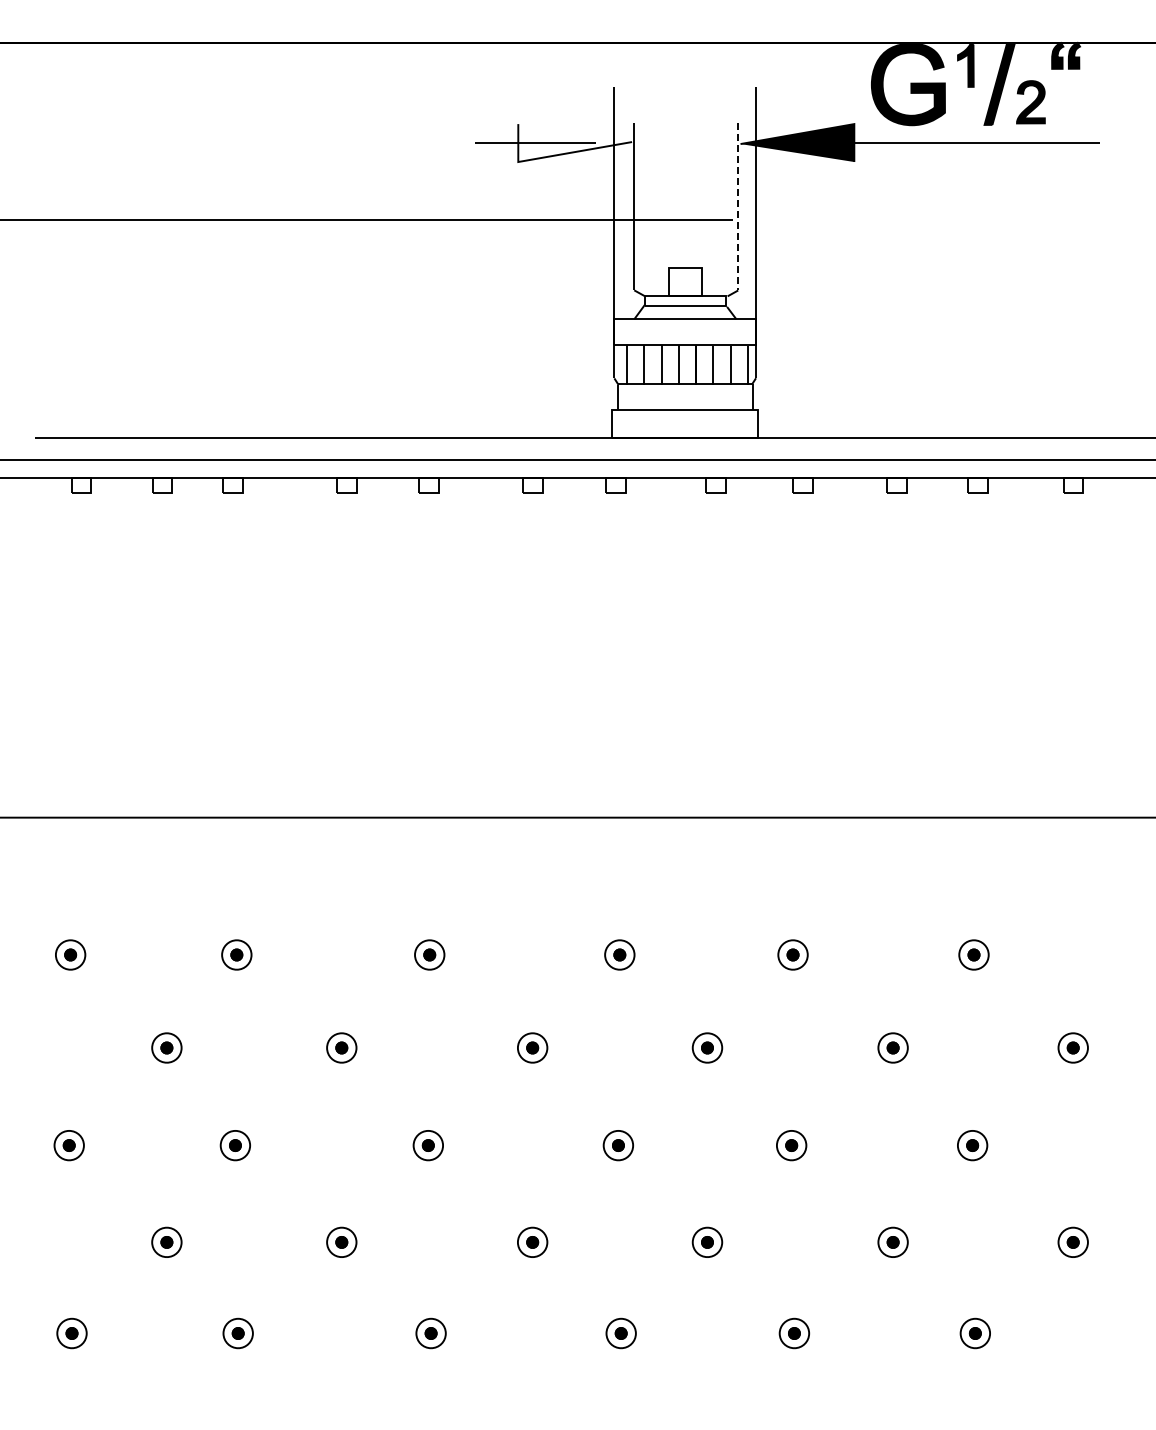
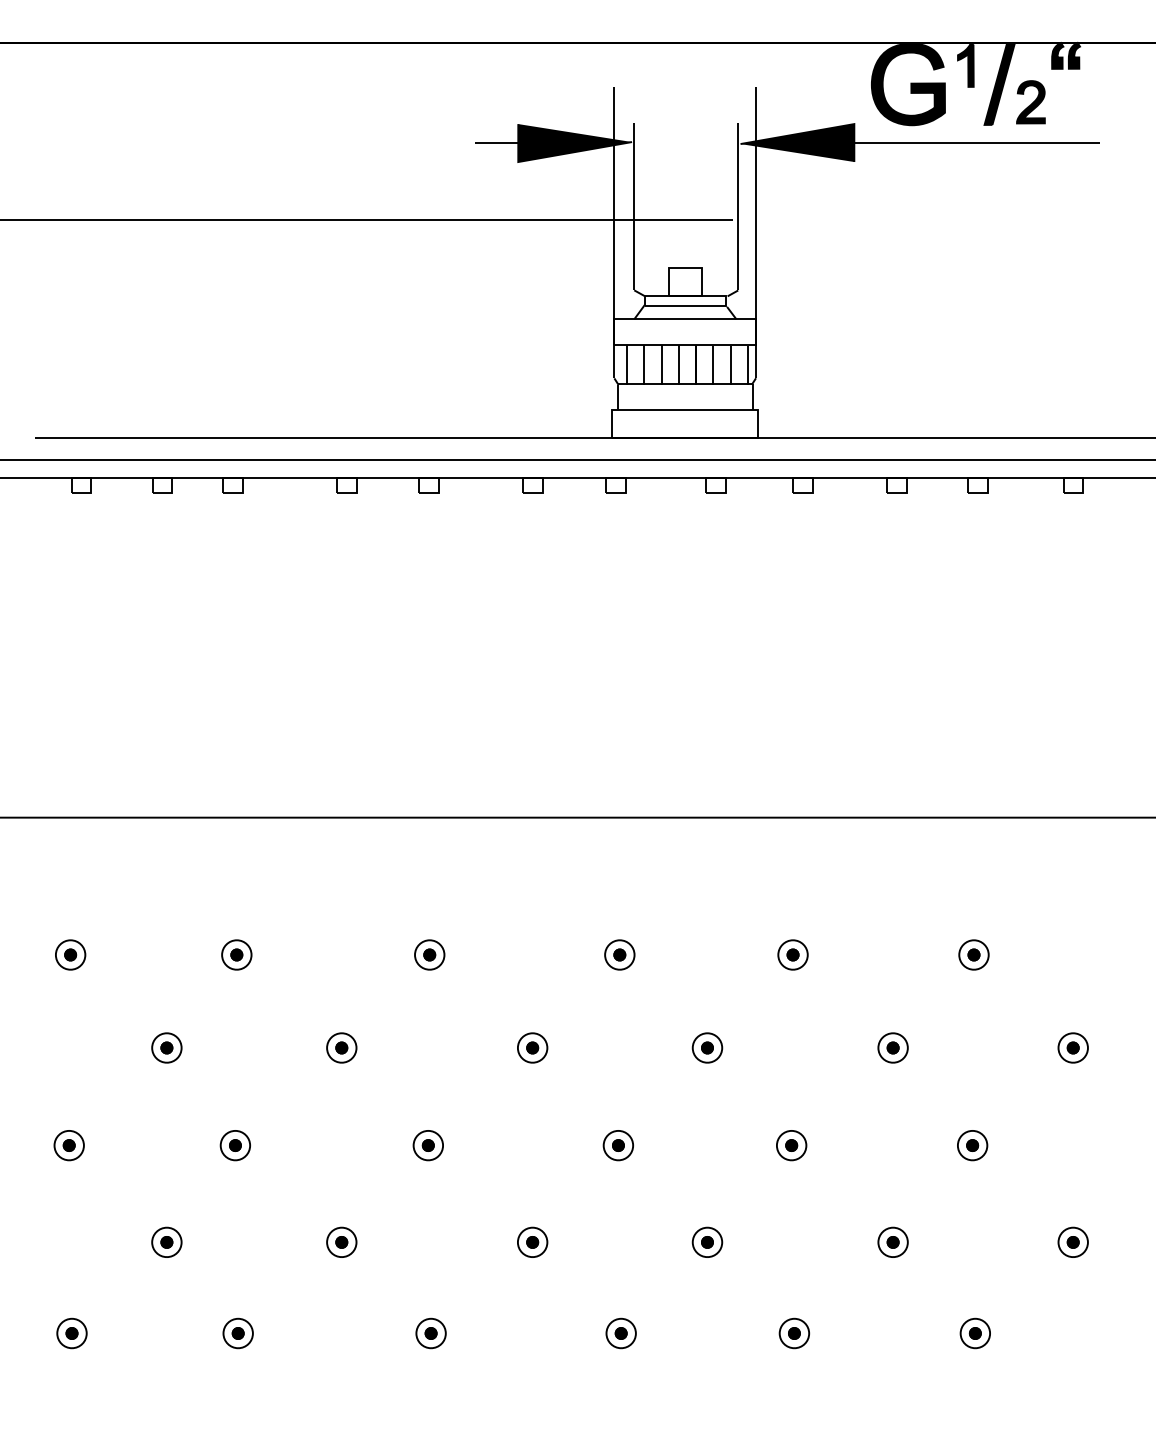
fill at (575, 143): none -> present
line at (738, 207): dashed -> solid
